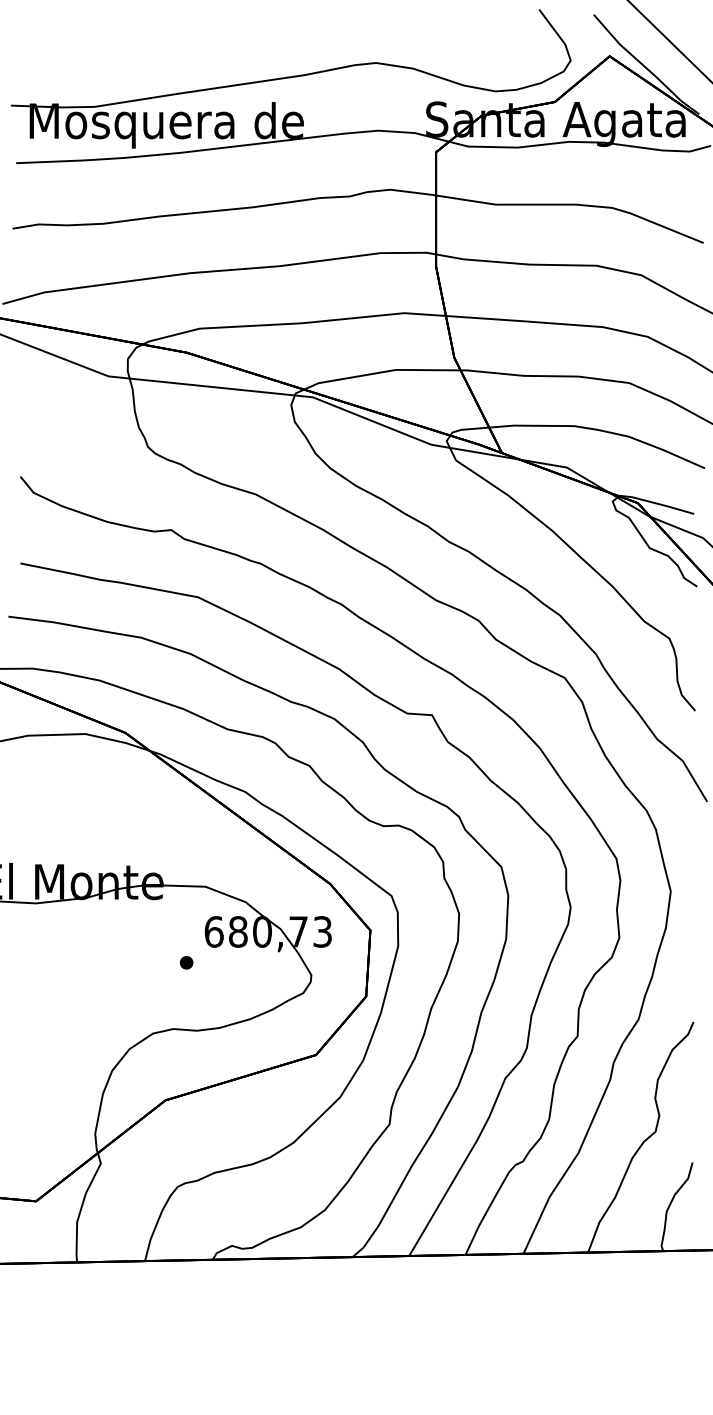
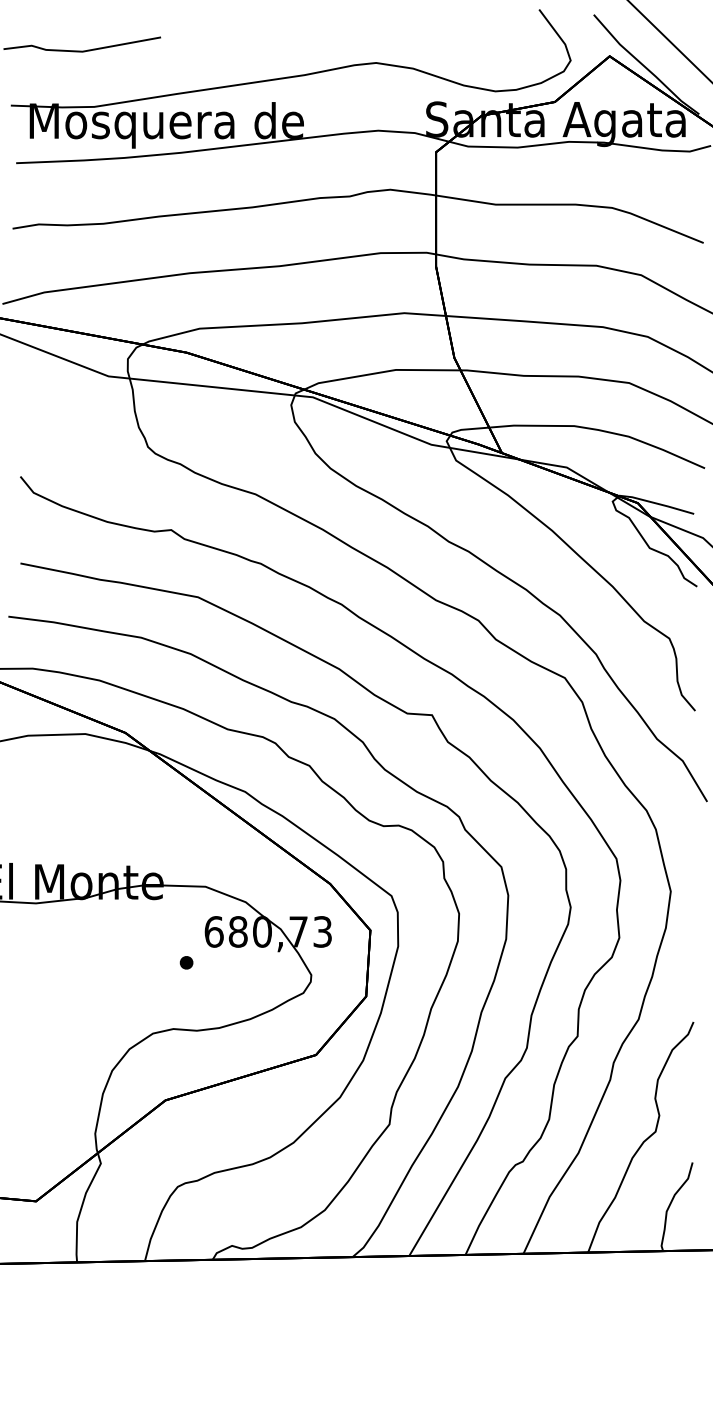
line at (81, 50): none -> present
